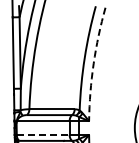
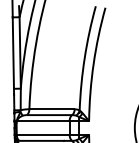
arc at (93, 63): dashed -> solid
line at (43, 134): dashed -> solid
